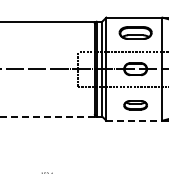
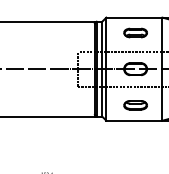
part at (135, 32) size: 35x14 px -> 25x12 px
line at (48, 116): dashed -> solid
line at (134, 120): dashed -> solid
